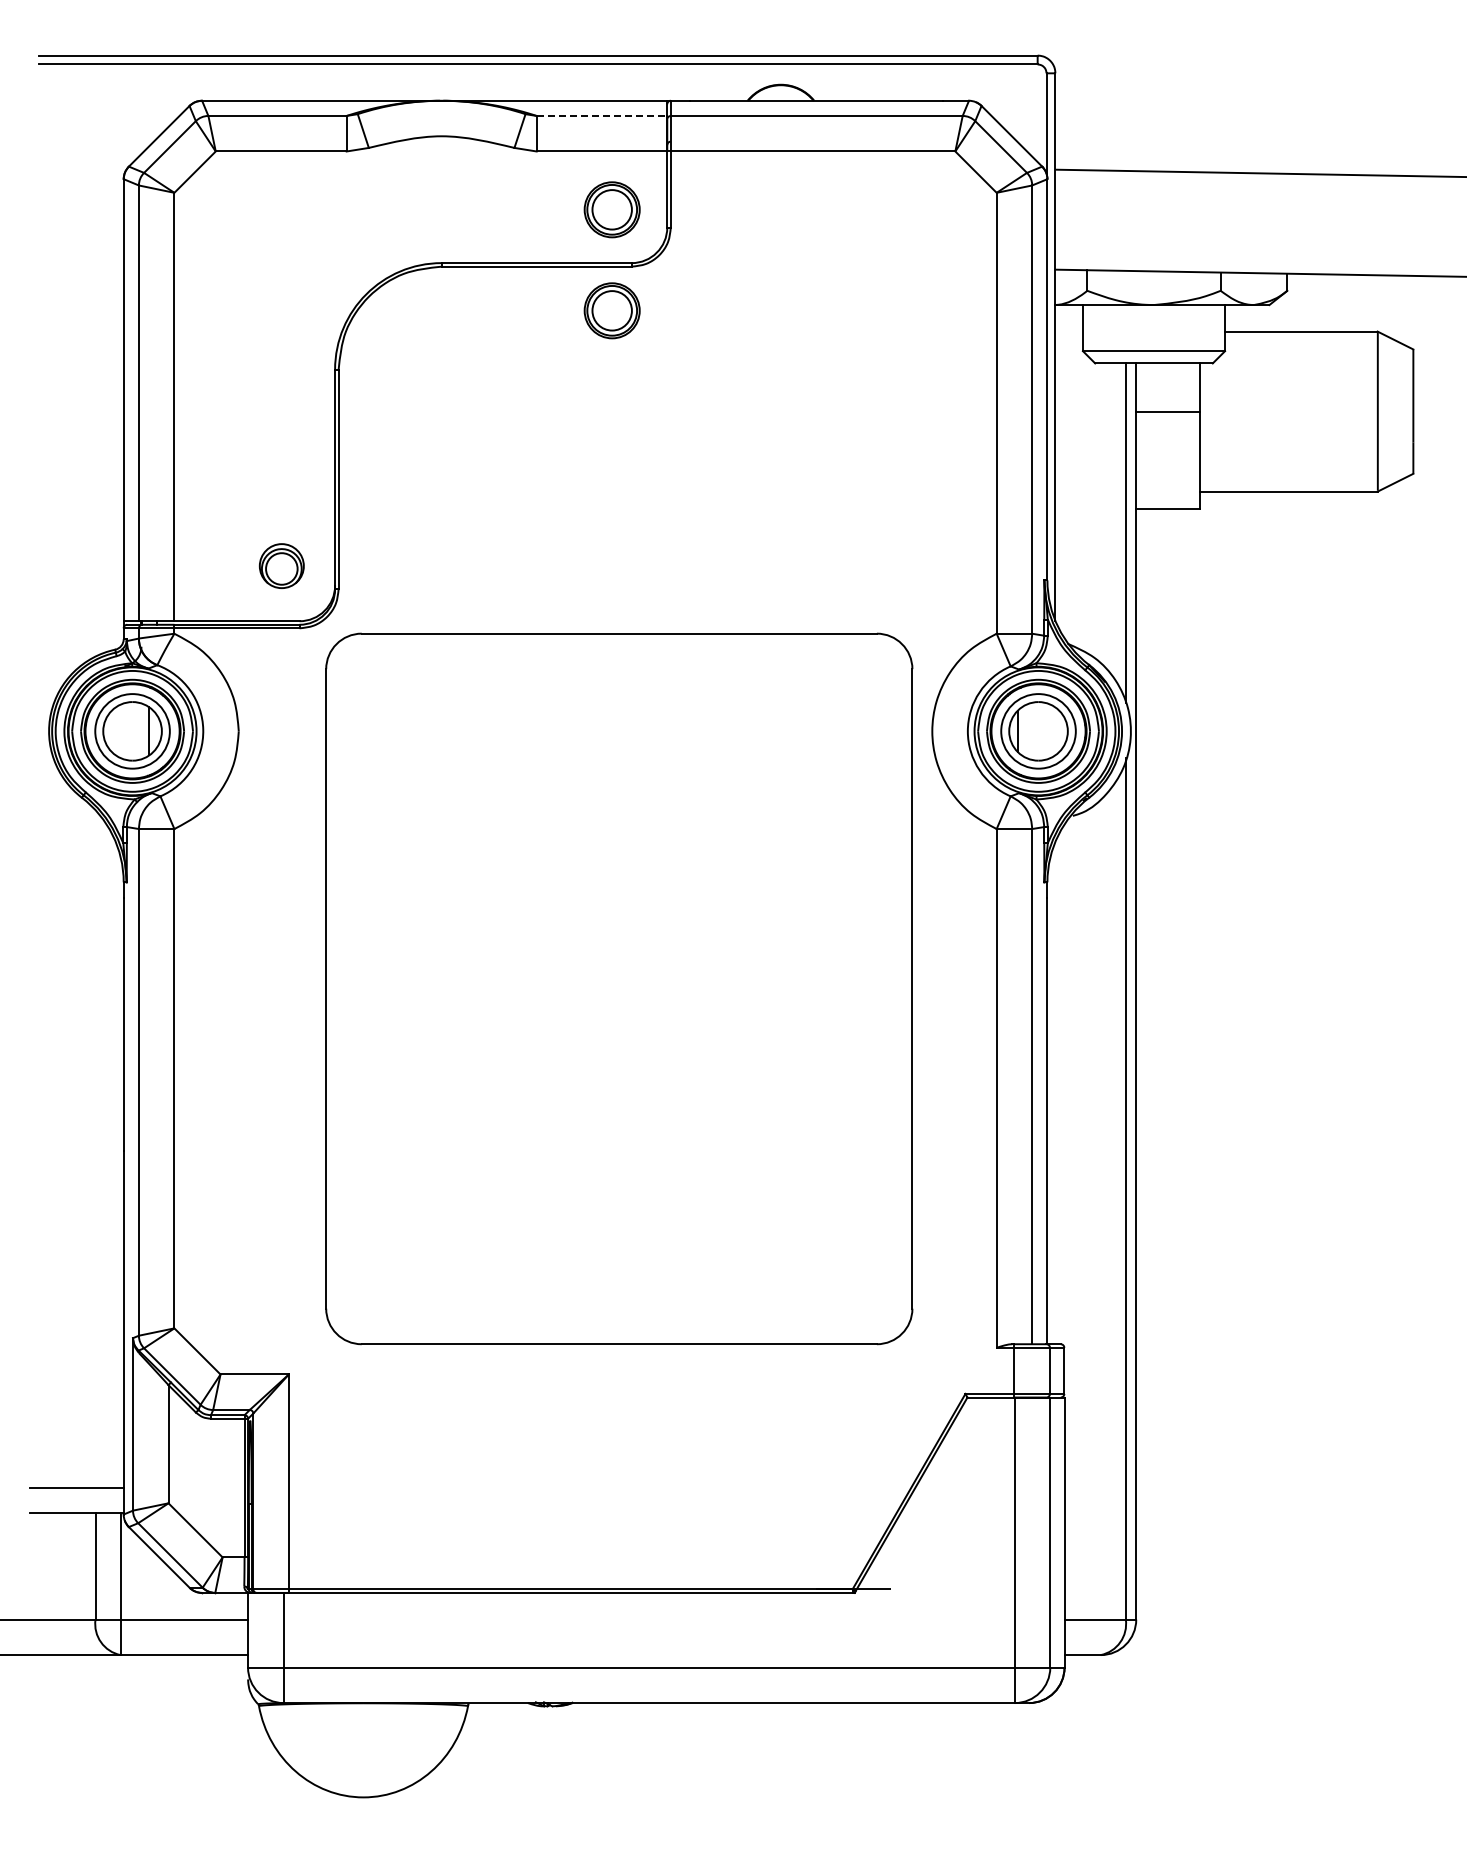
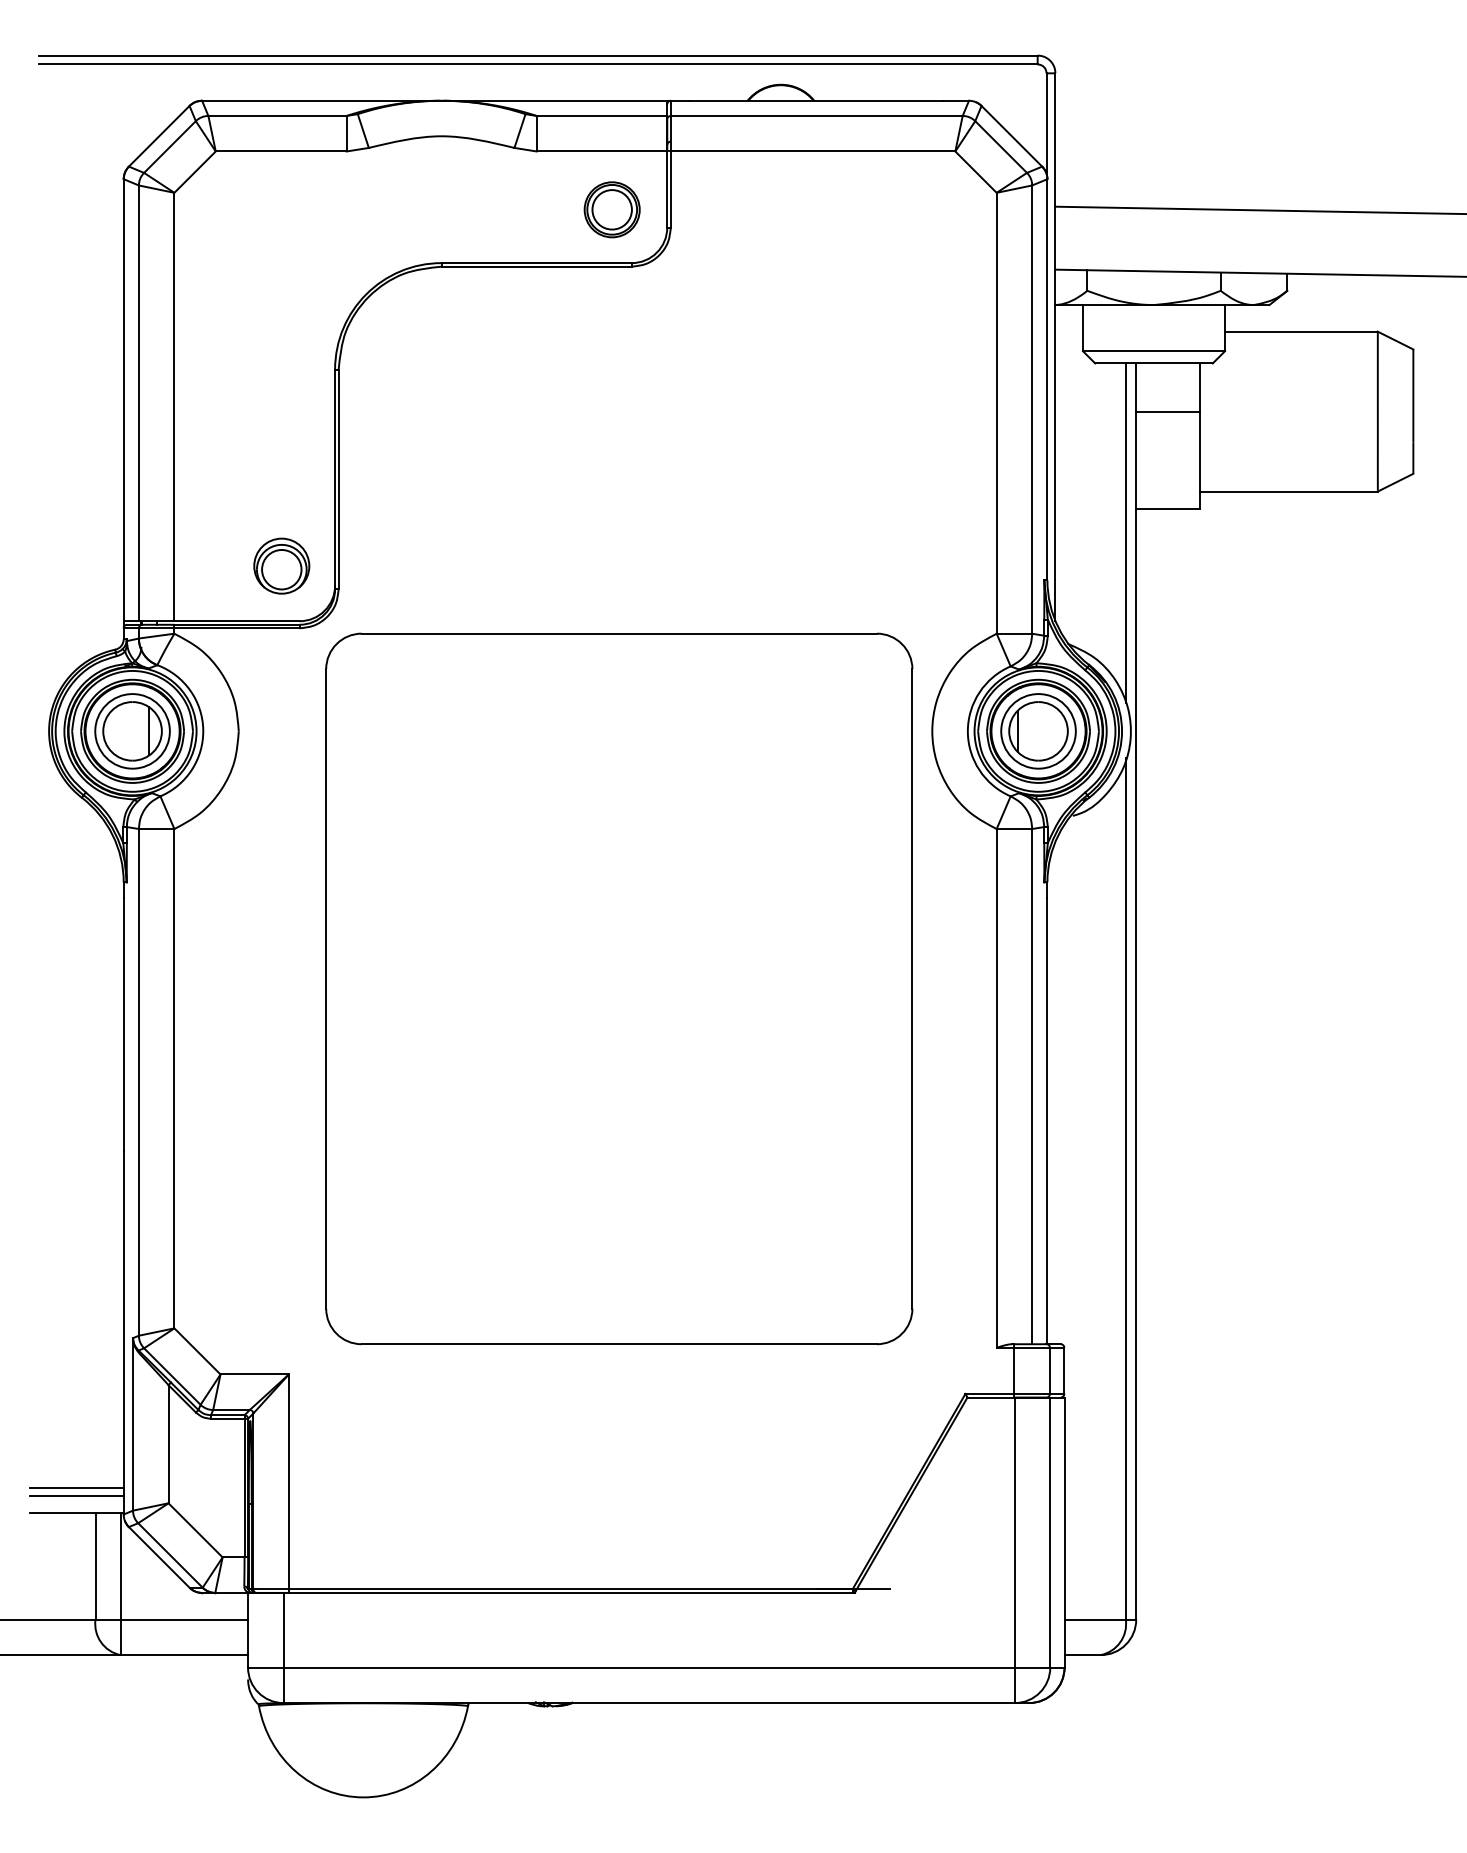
line at (602, 115): dashed -> solid
line at (1259, 173) position: (1259, 173) -> (1259, 210)
part at (611, 310): present -> none
part at (281, 565) size: 47x46 px -> 58x58 px
line at (76, 1496): none -> present
